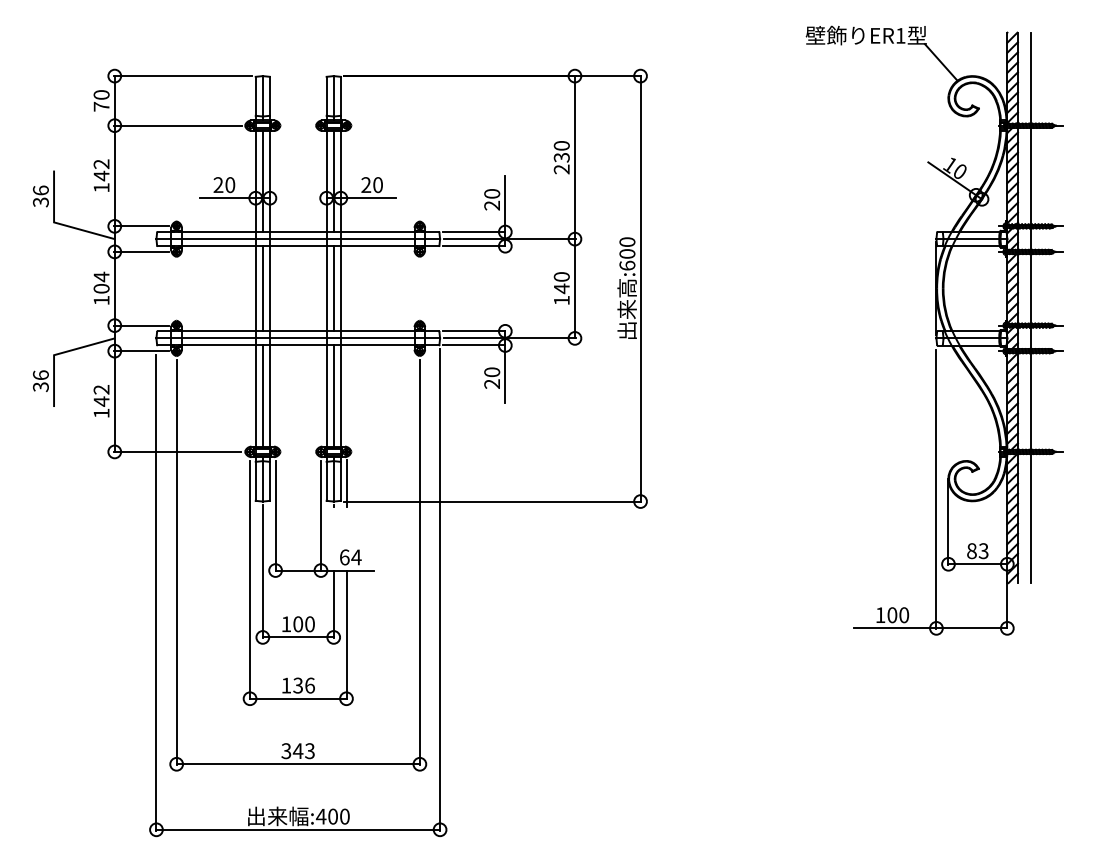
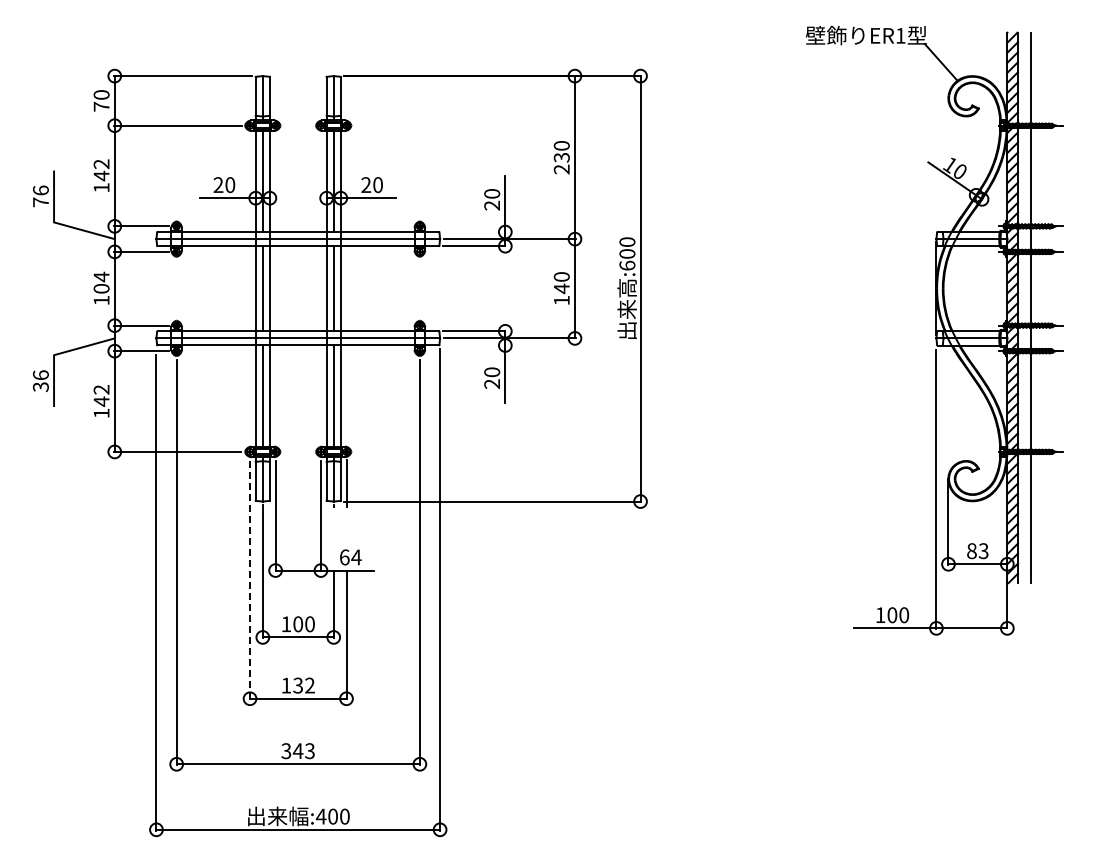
text at (40, 202): 36 -> 76
line at (473, 232): present -> none
line at (473, 345): present -> none
line at (250, 580): solid -> dashed
text at (309, 685): 136 -> 132
